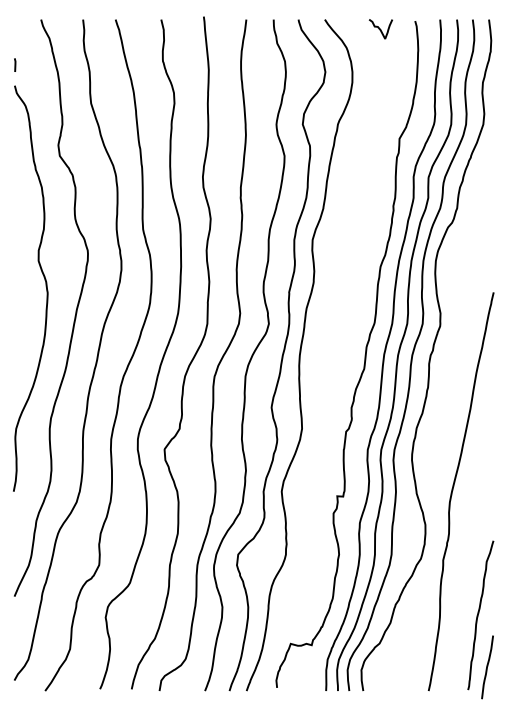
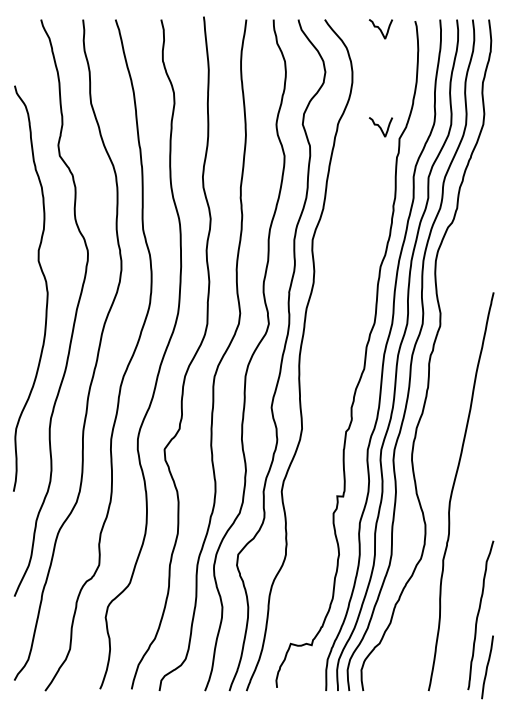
line at (15, 64): present -> none
curve at (380, 127): none -> present
